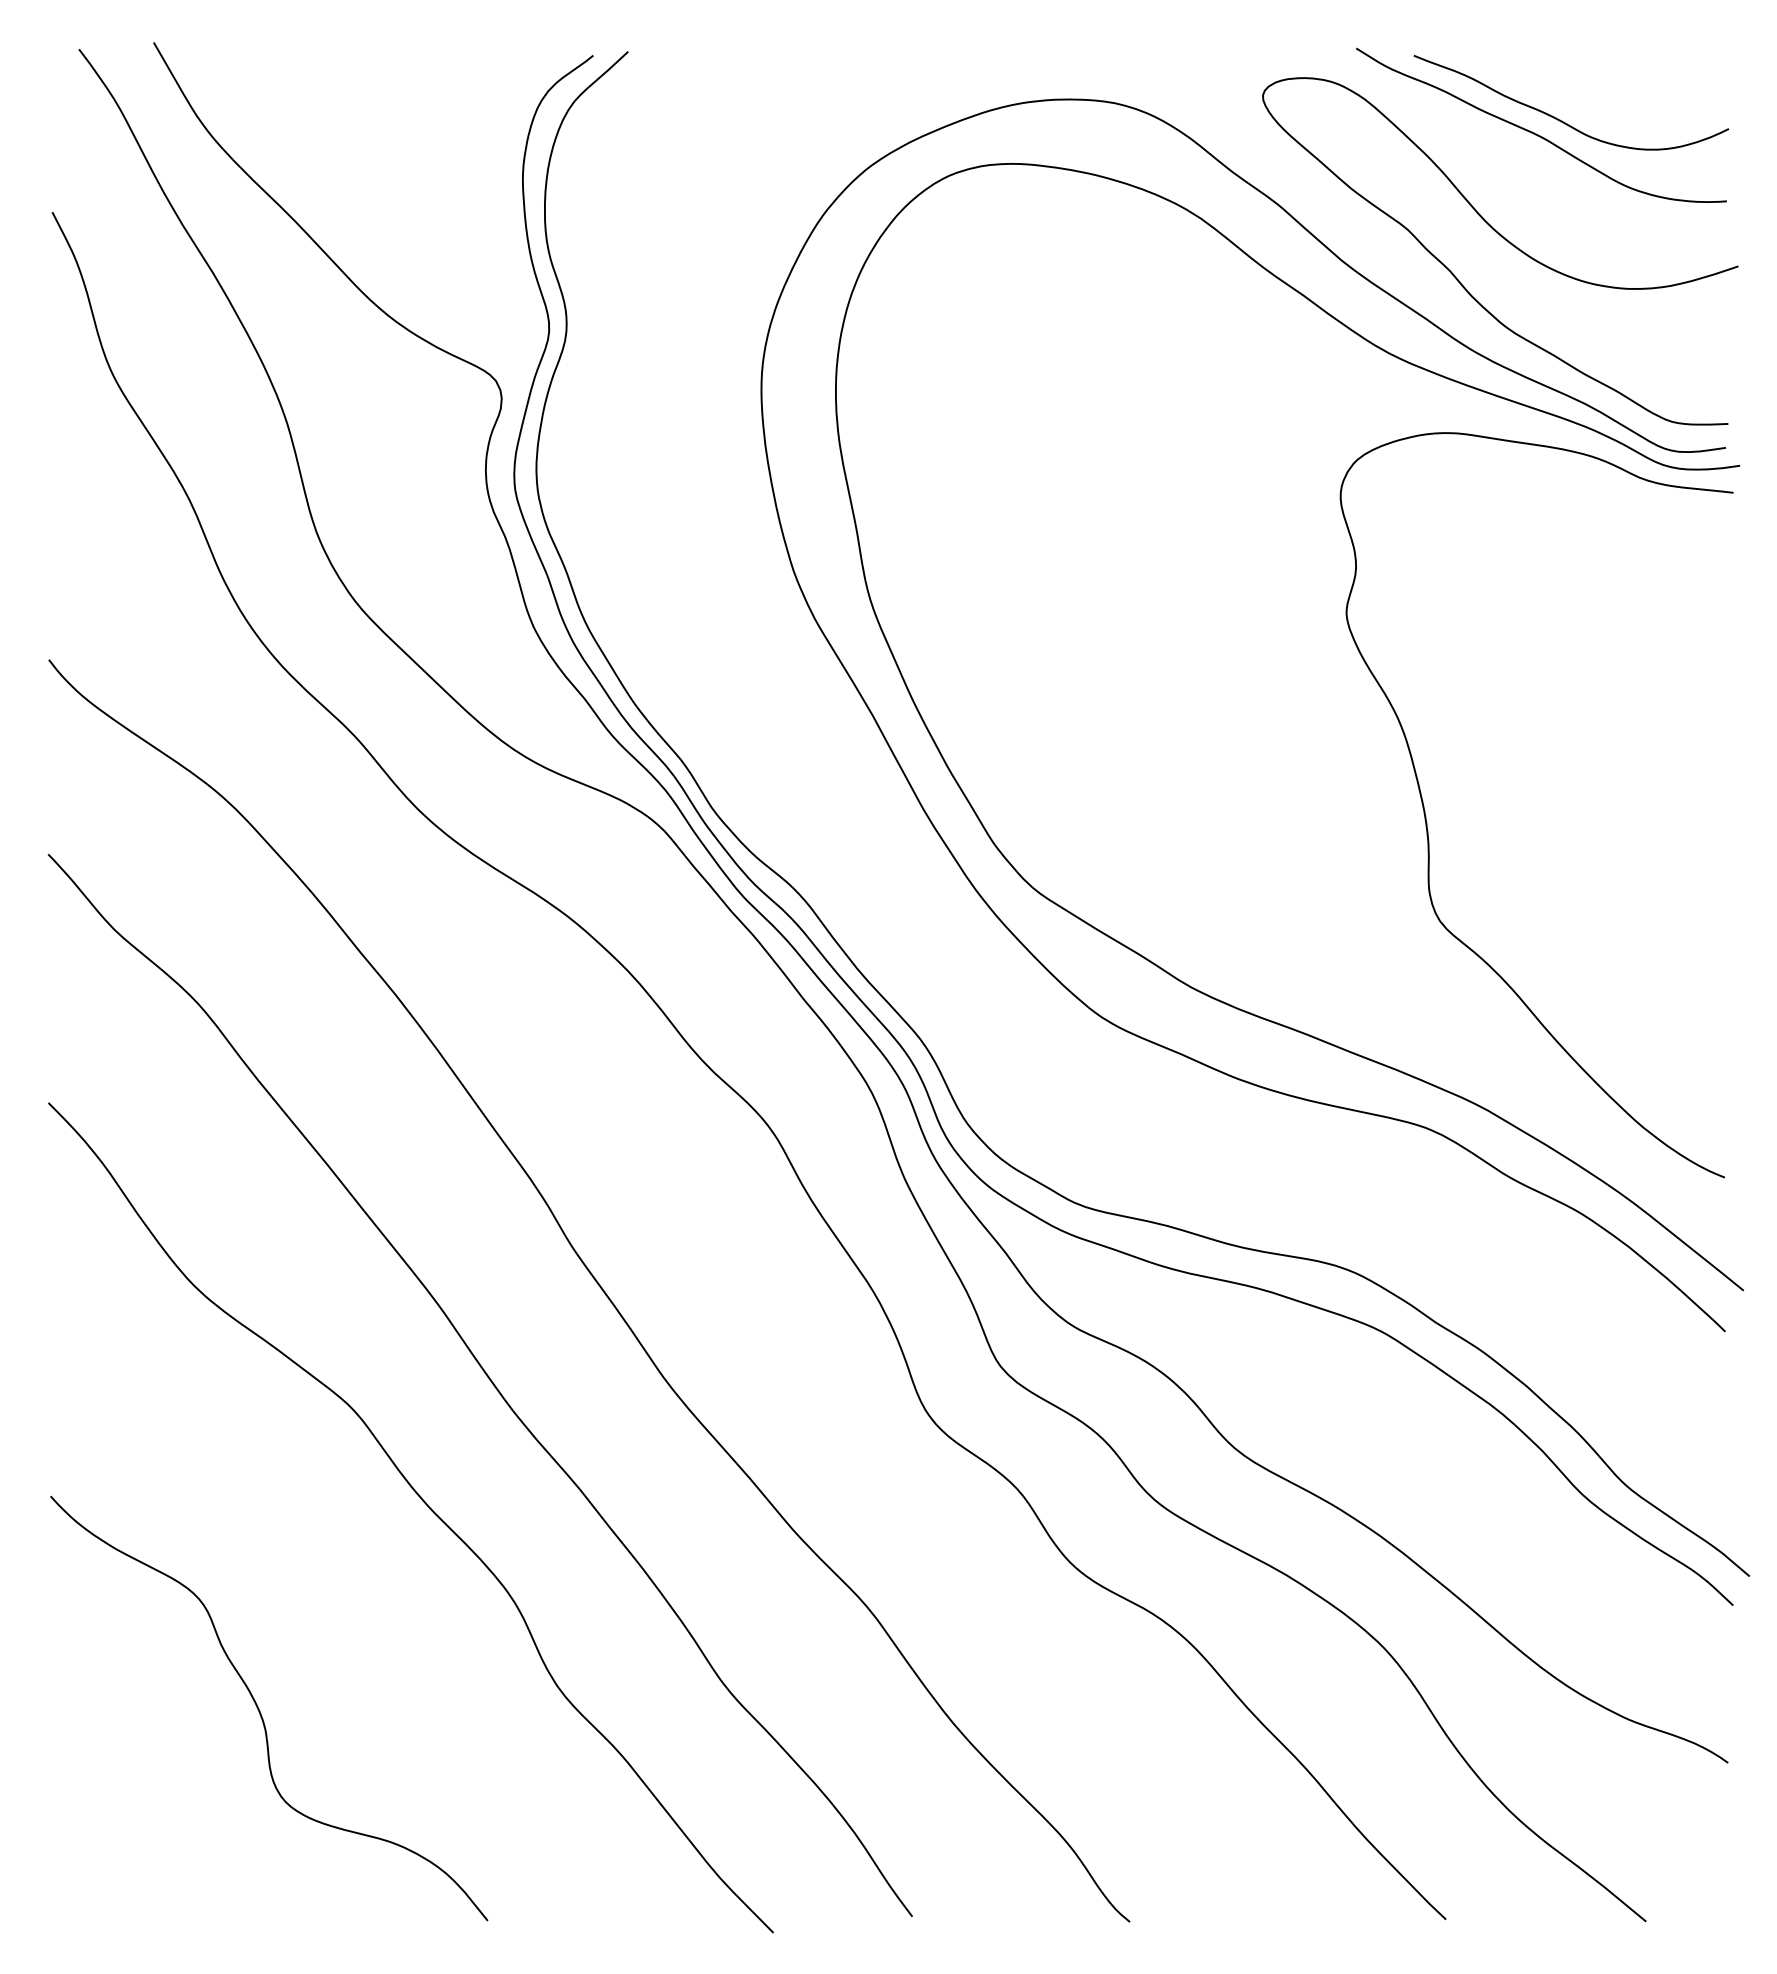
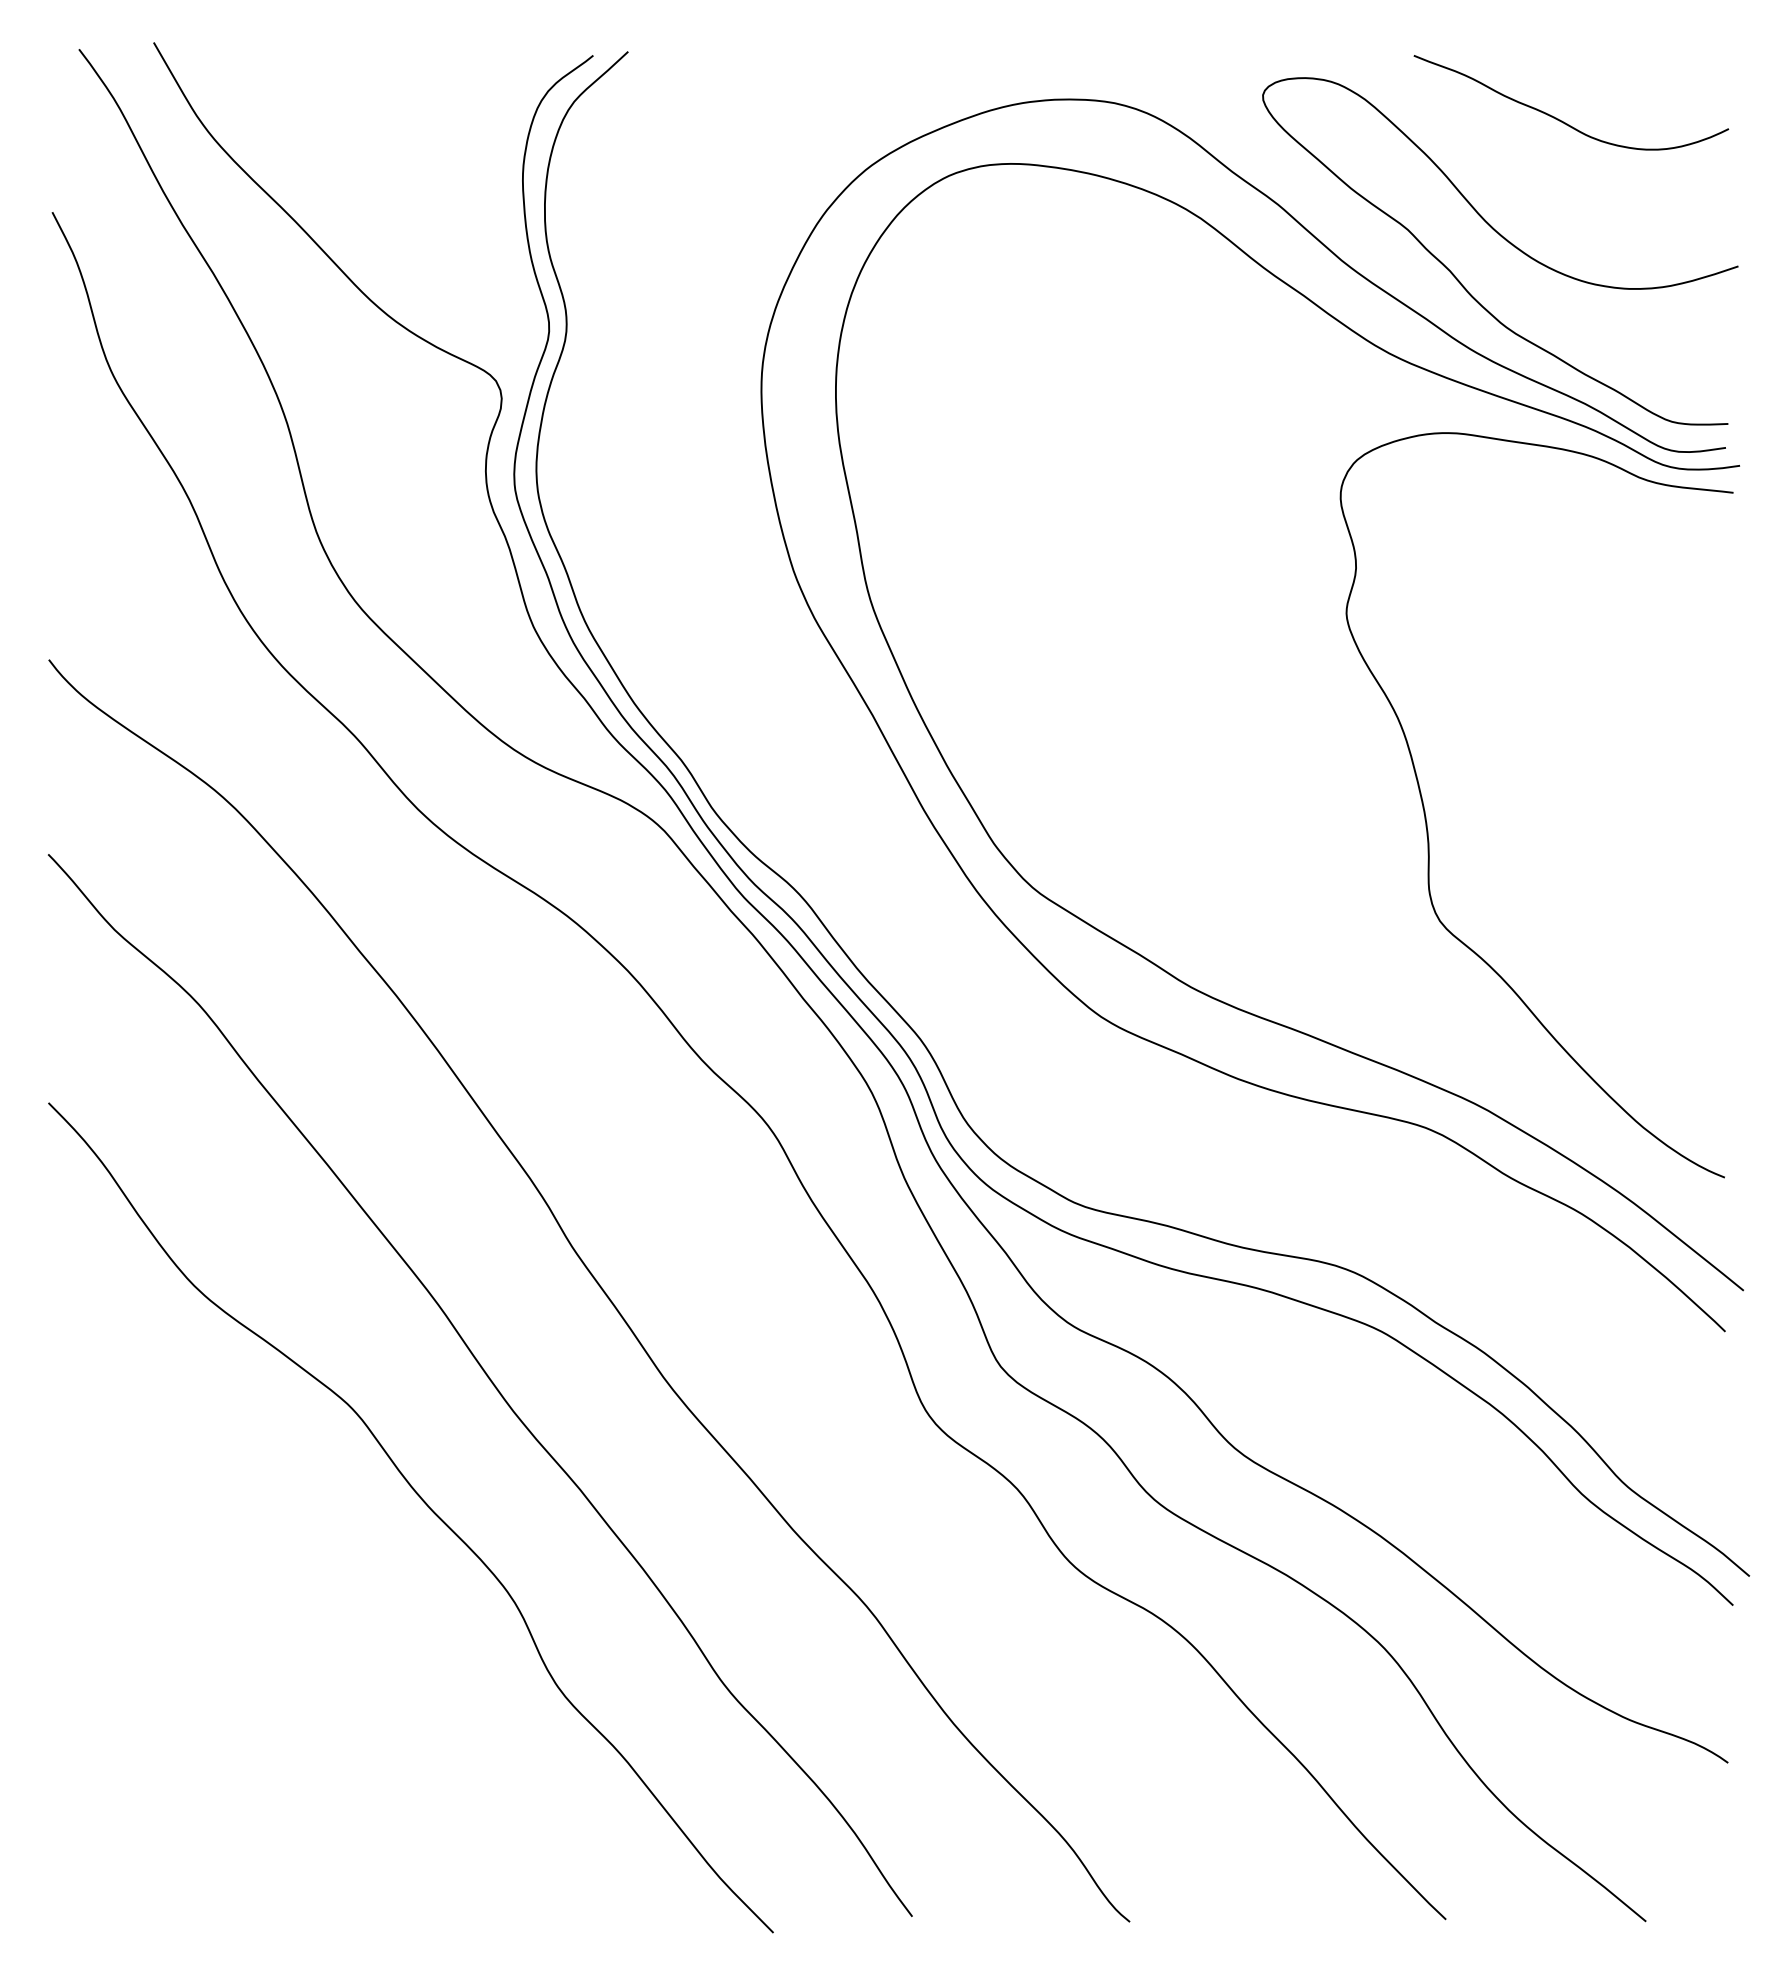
curve at (1536, 133): present -> none
curve at (261, 1713): present -> none
